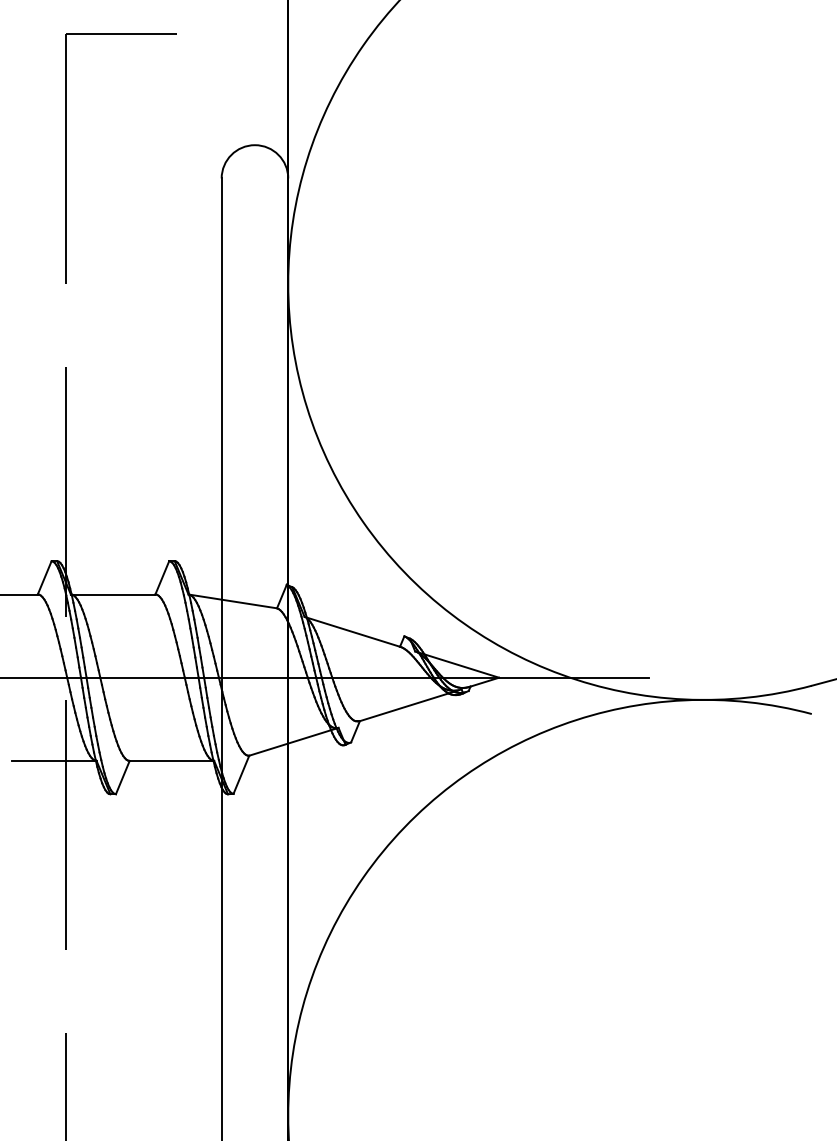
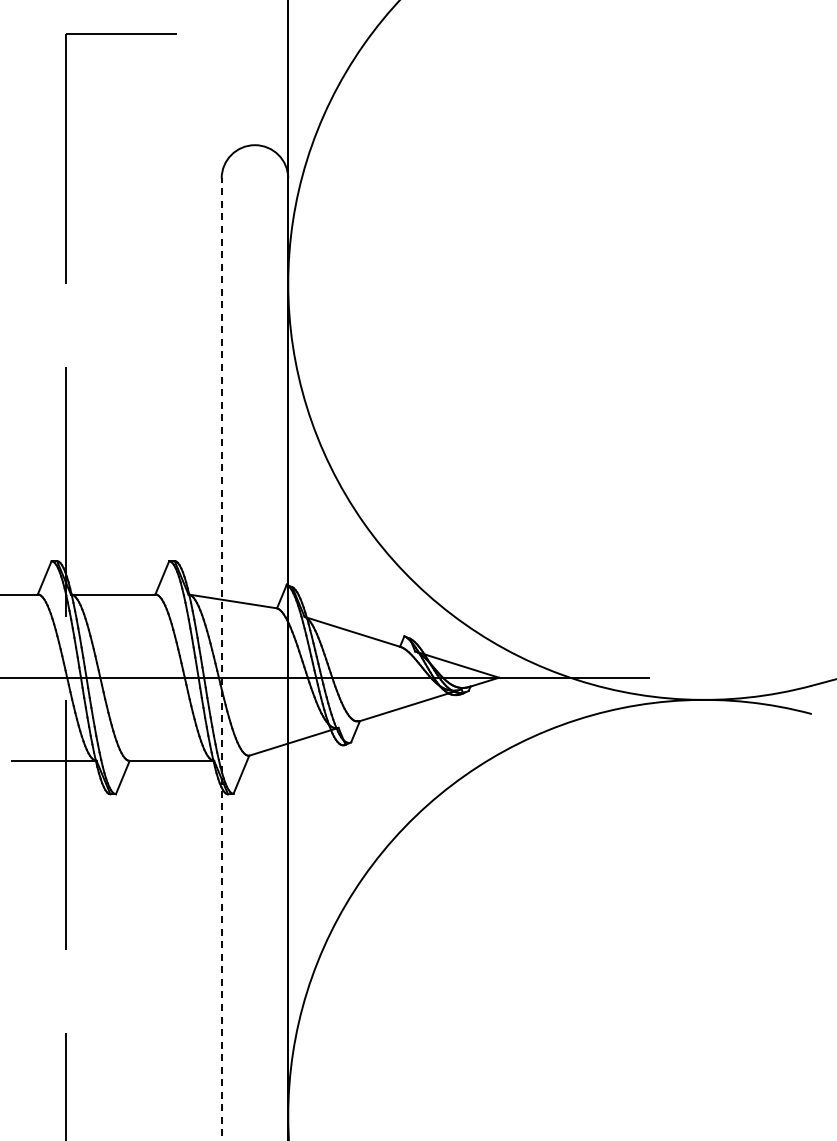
line at (221, 659): solid -> dashed
